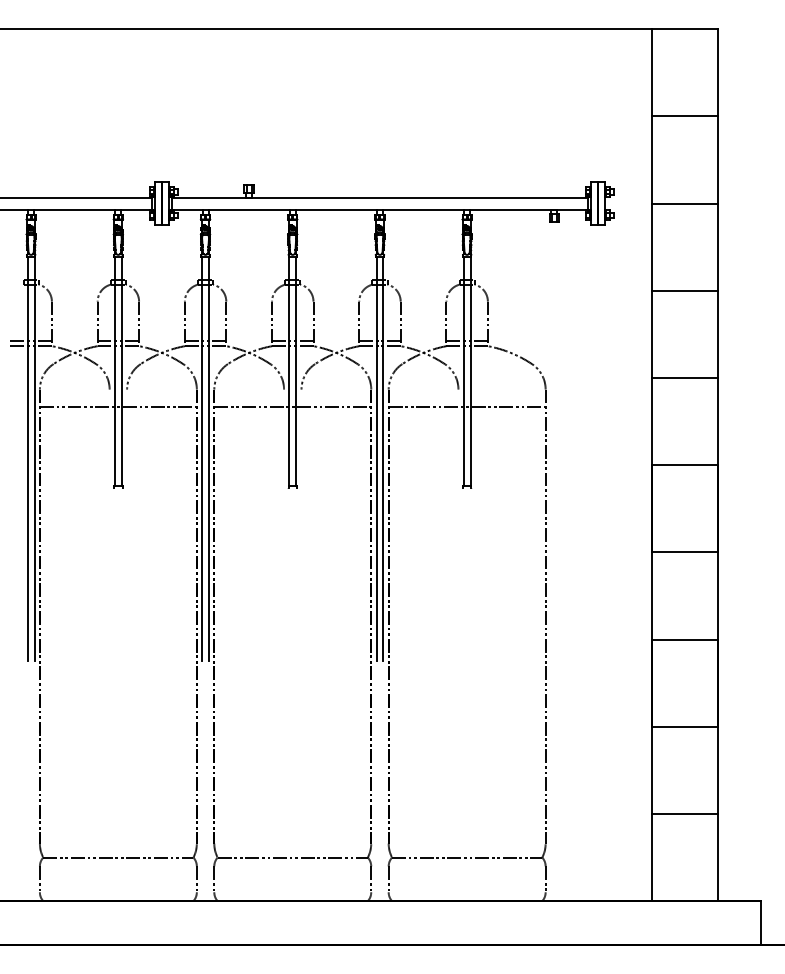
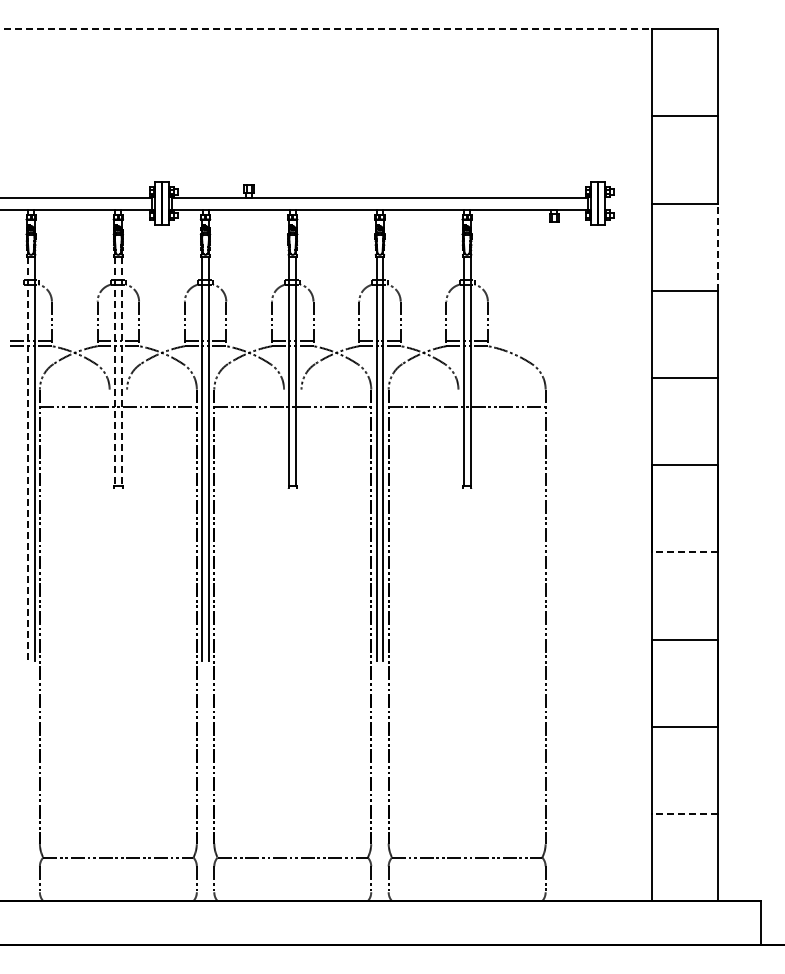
line at (326, 29): solid -> dashed
line at (717, 247): solid -> dashed
line at (114, 371): solid -> dashed
line at (121, 371): solid -> dashed
line at (27, 458): solid -> dashed
line at (685, 552): solid -> dashed
line at (685, 813): solid -> dashed
